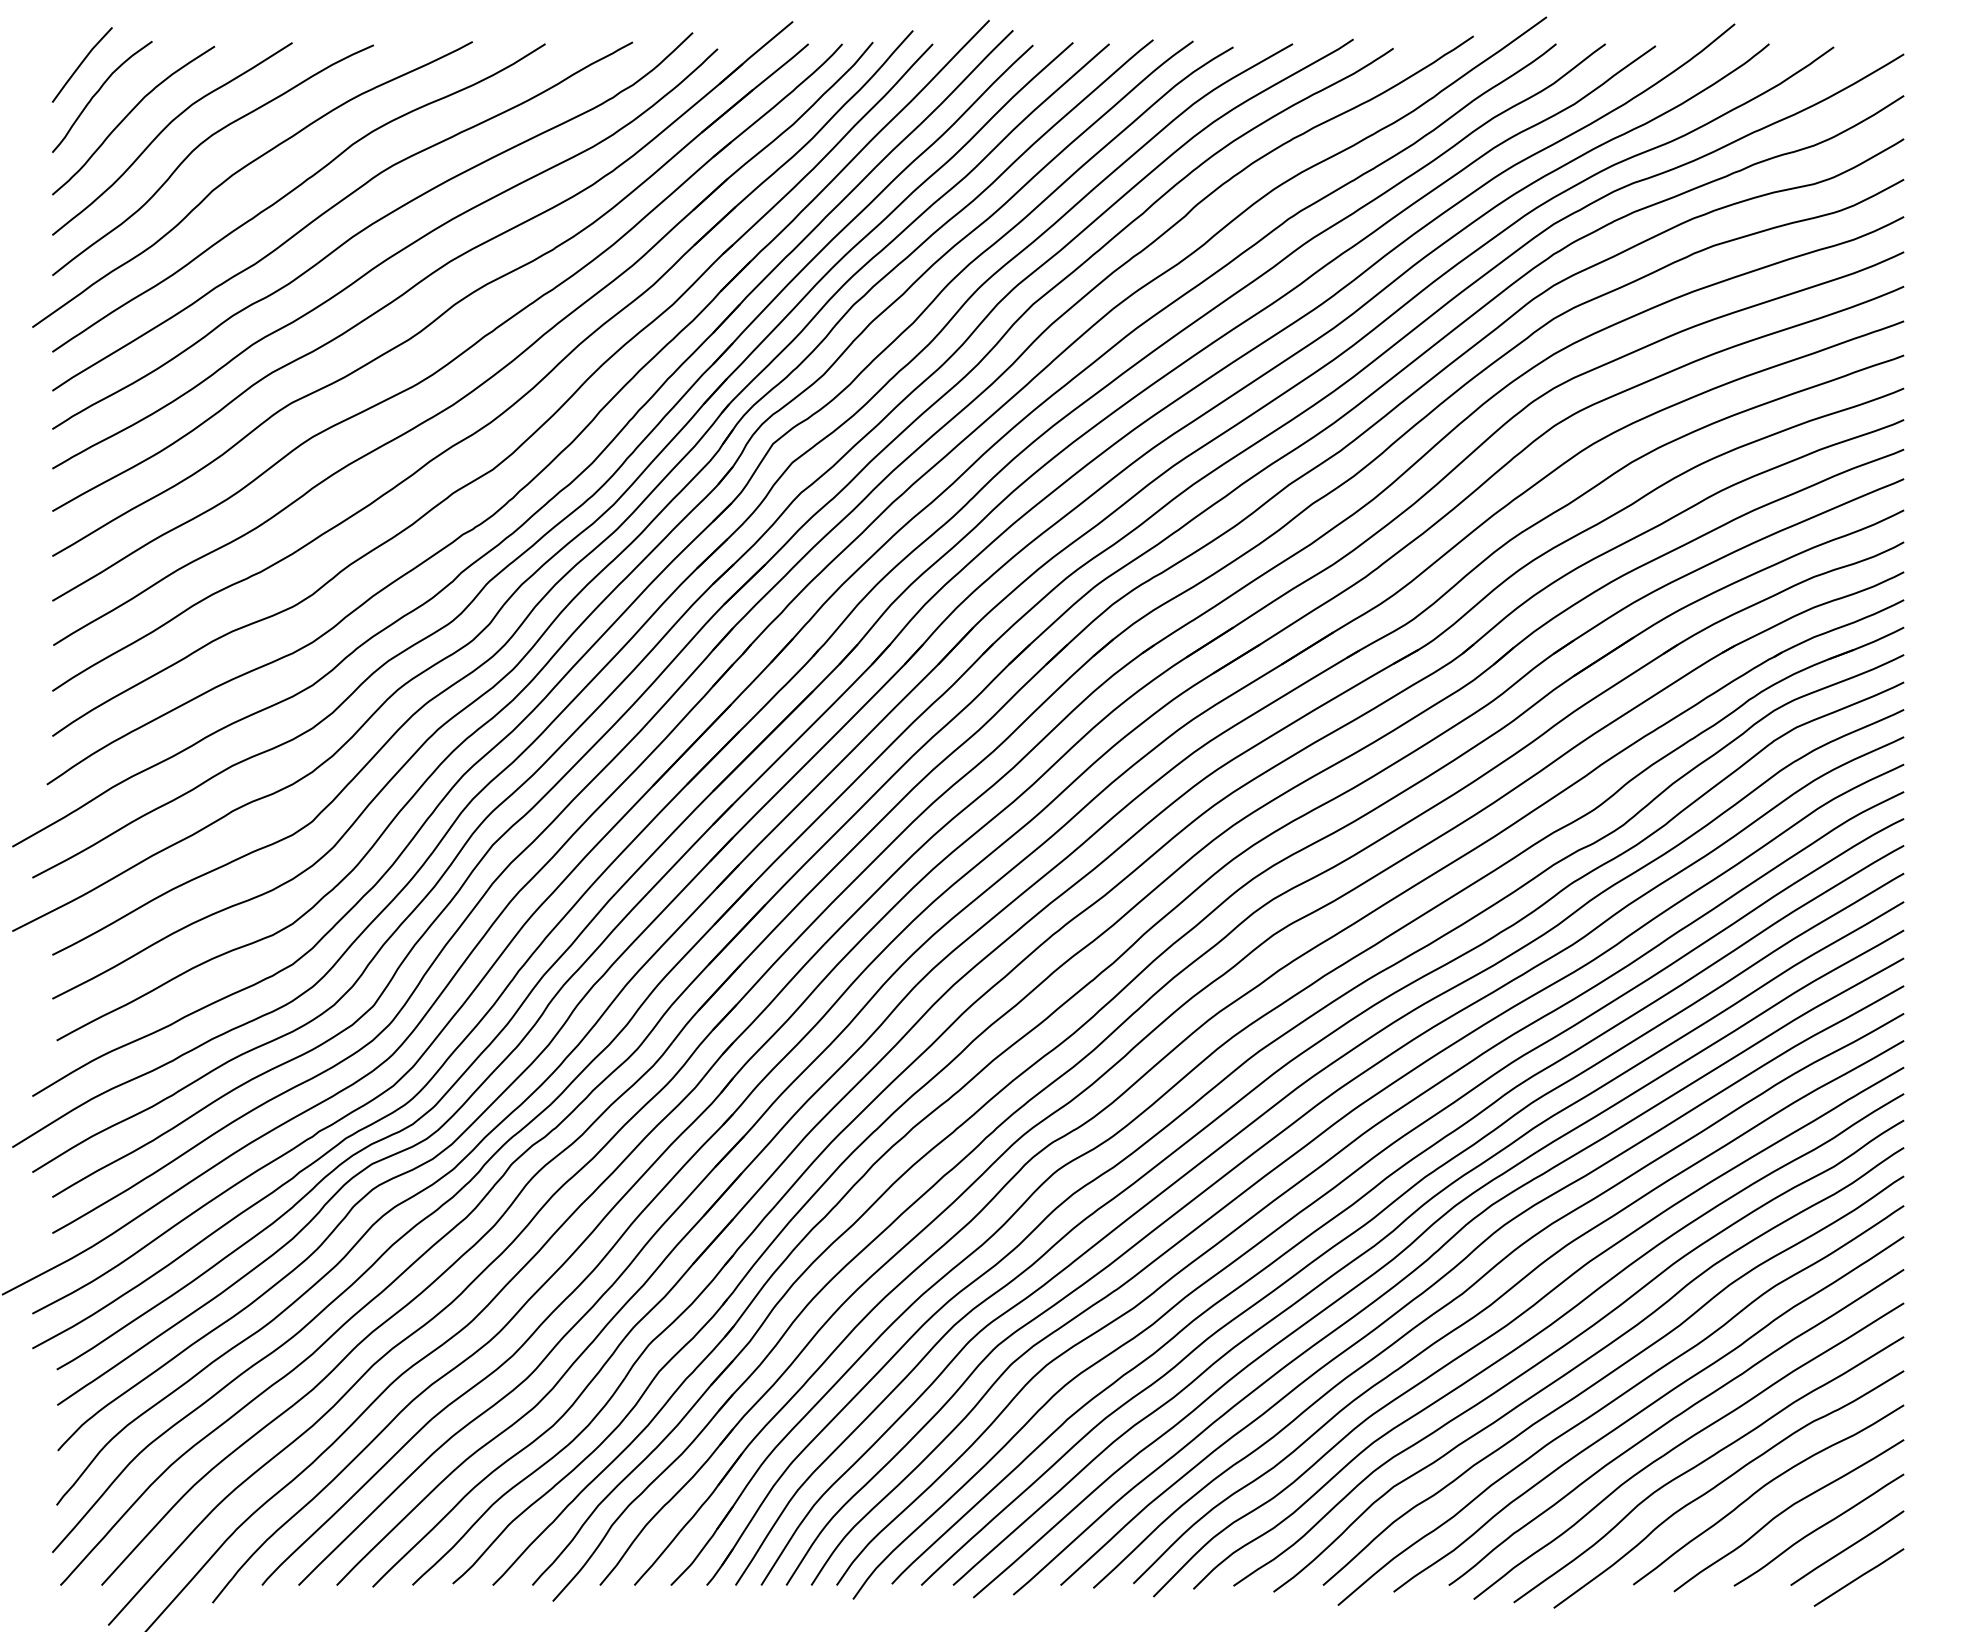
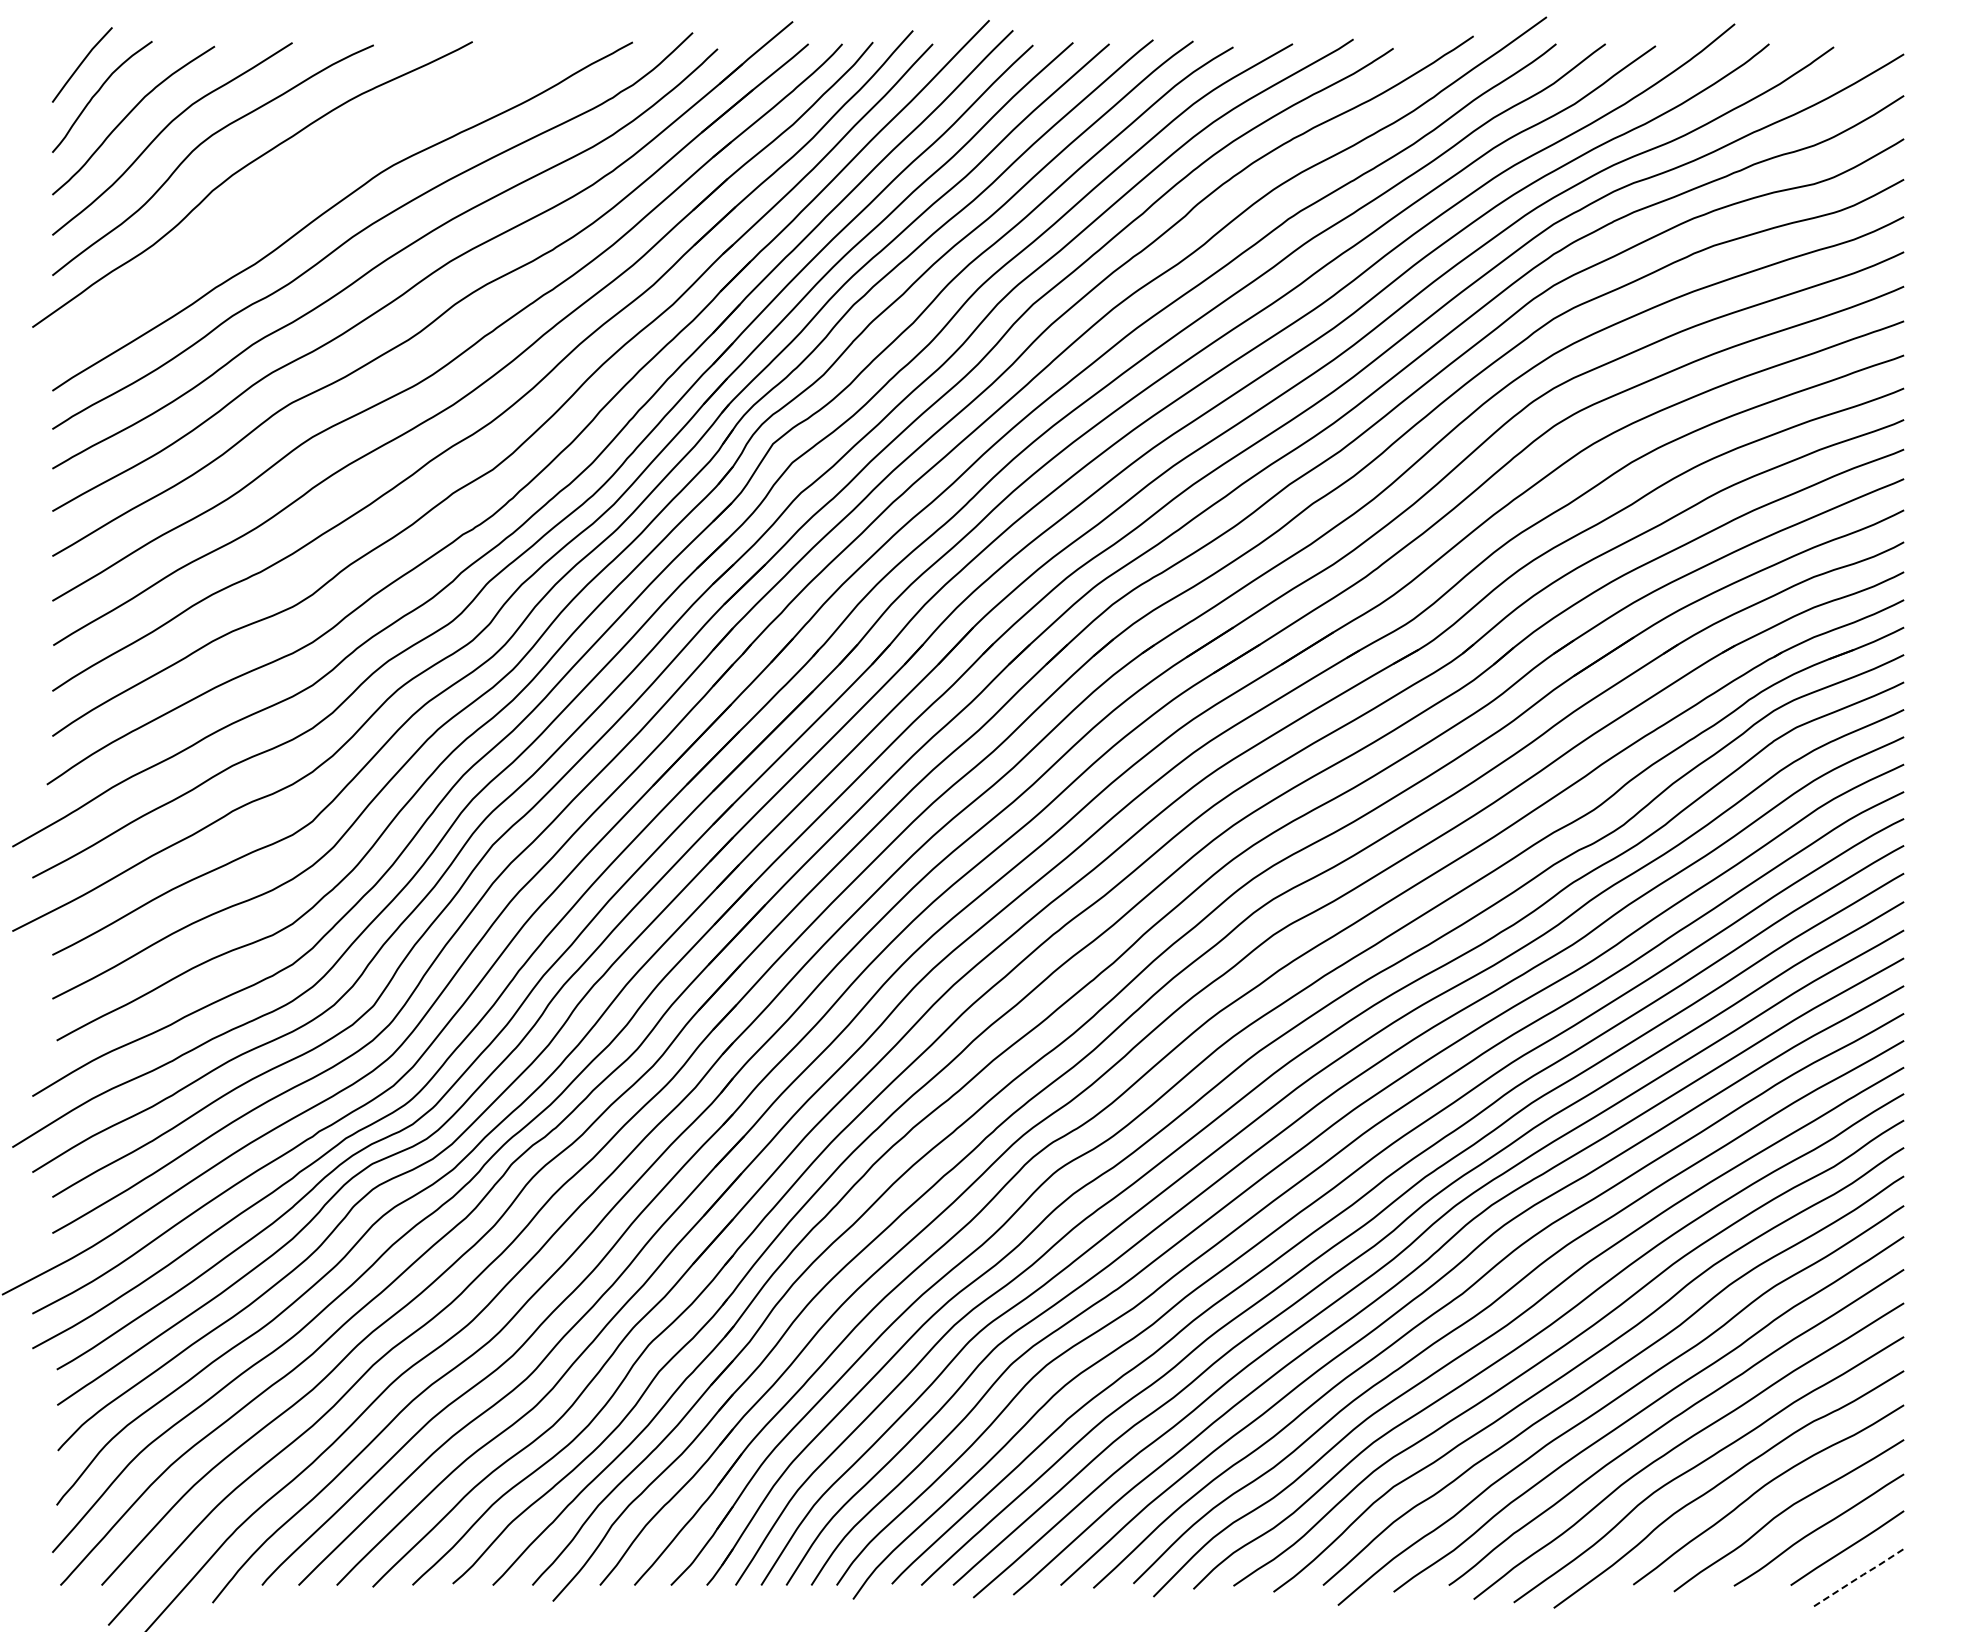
curve at (293, 191): present -> none
line at (1859, 1576): solid -> dashed
